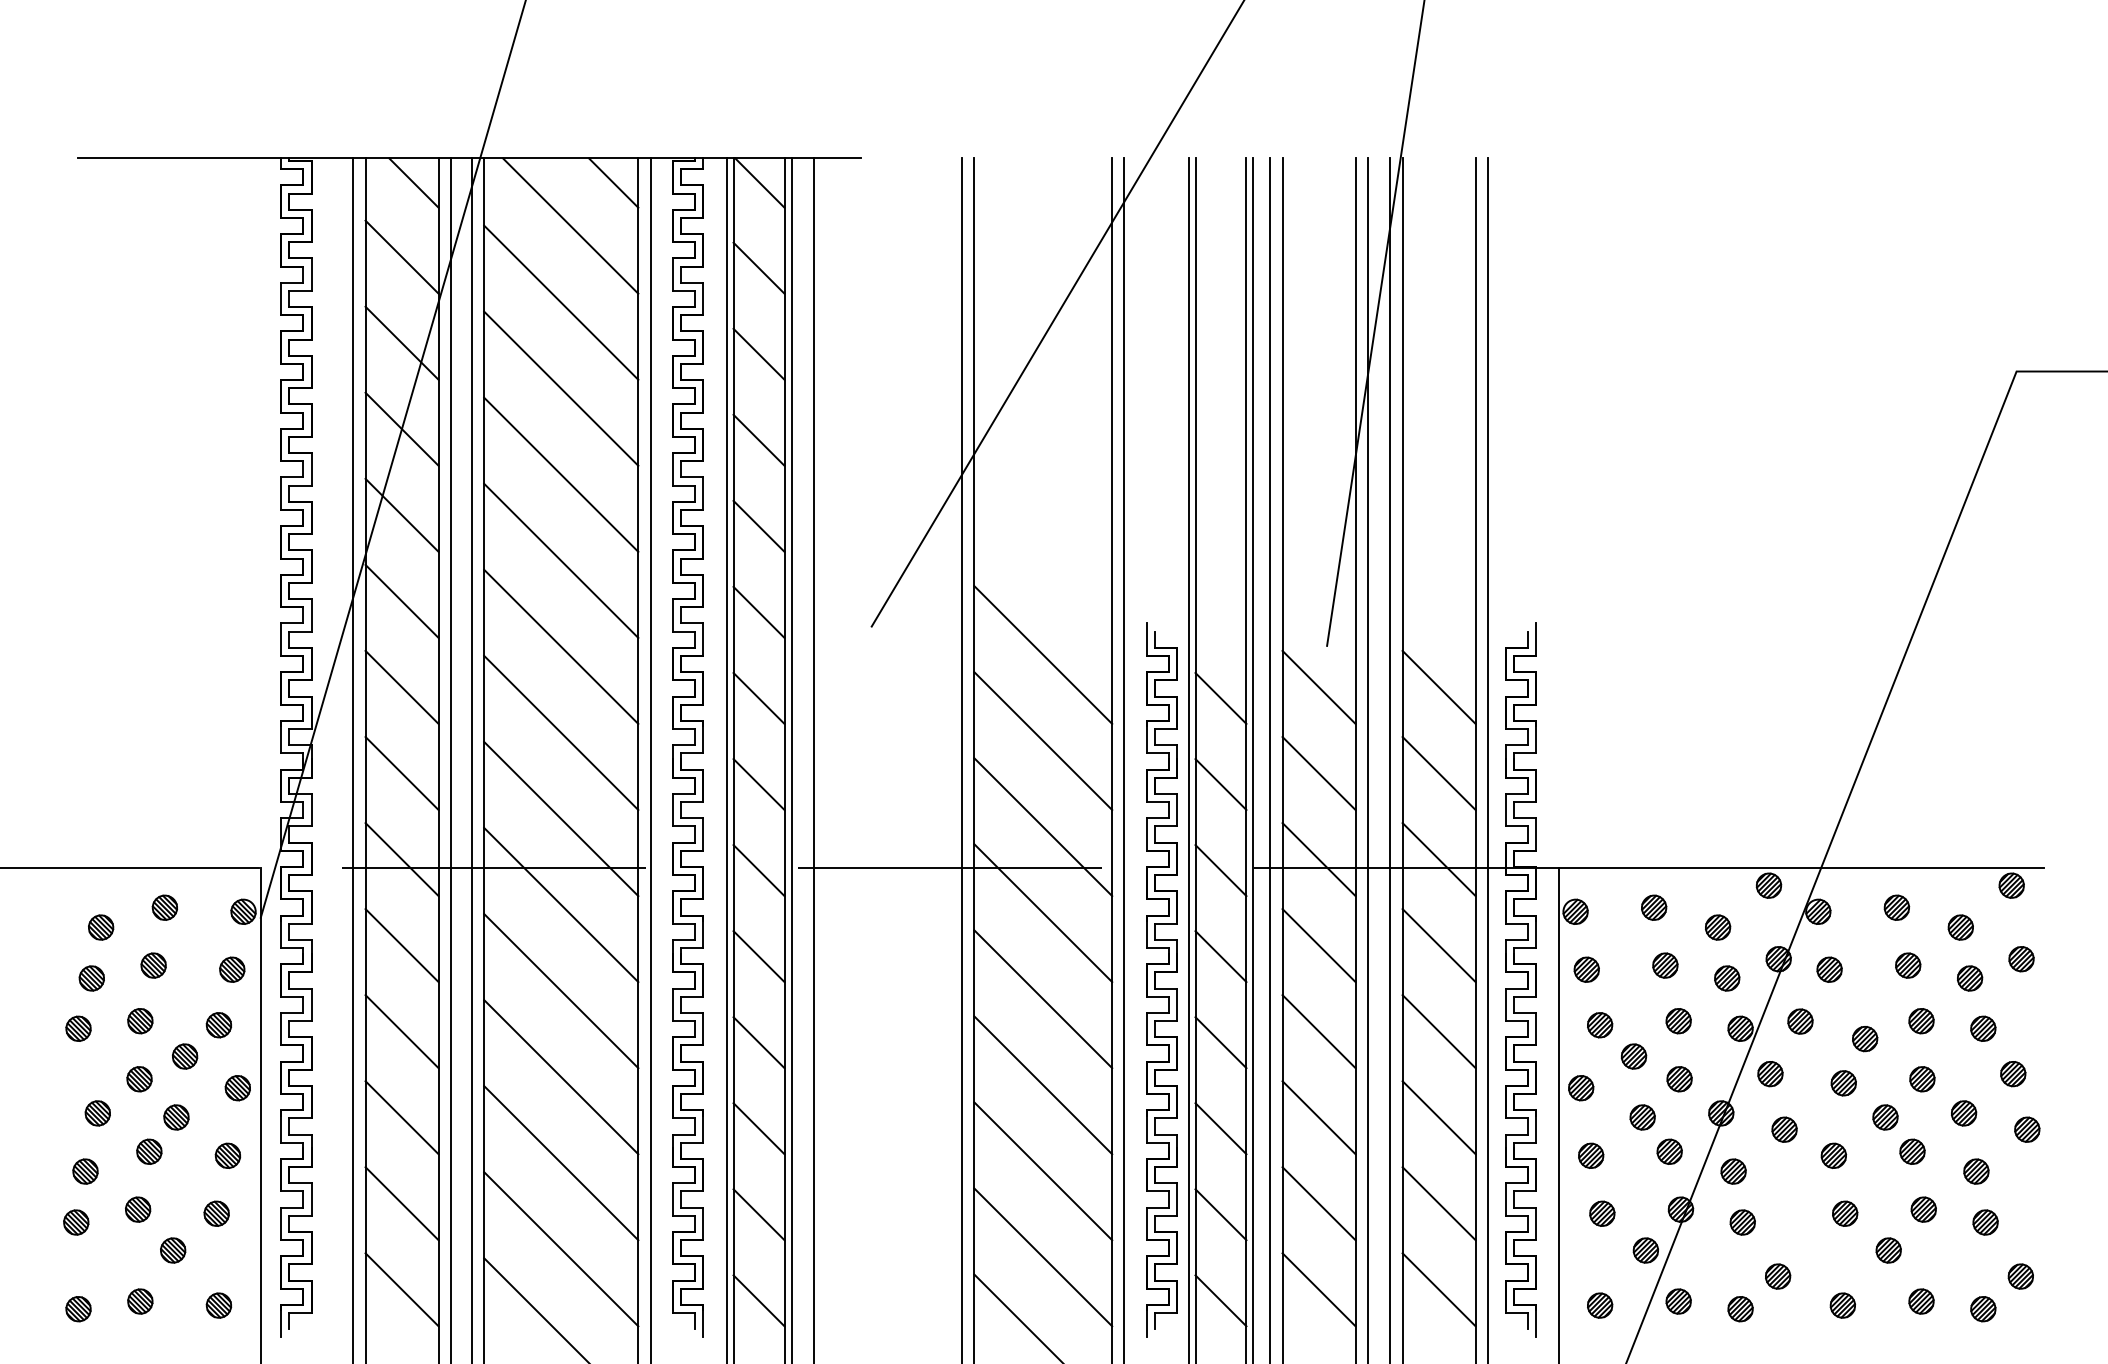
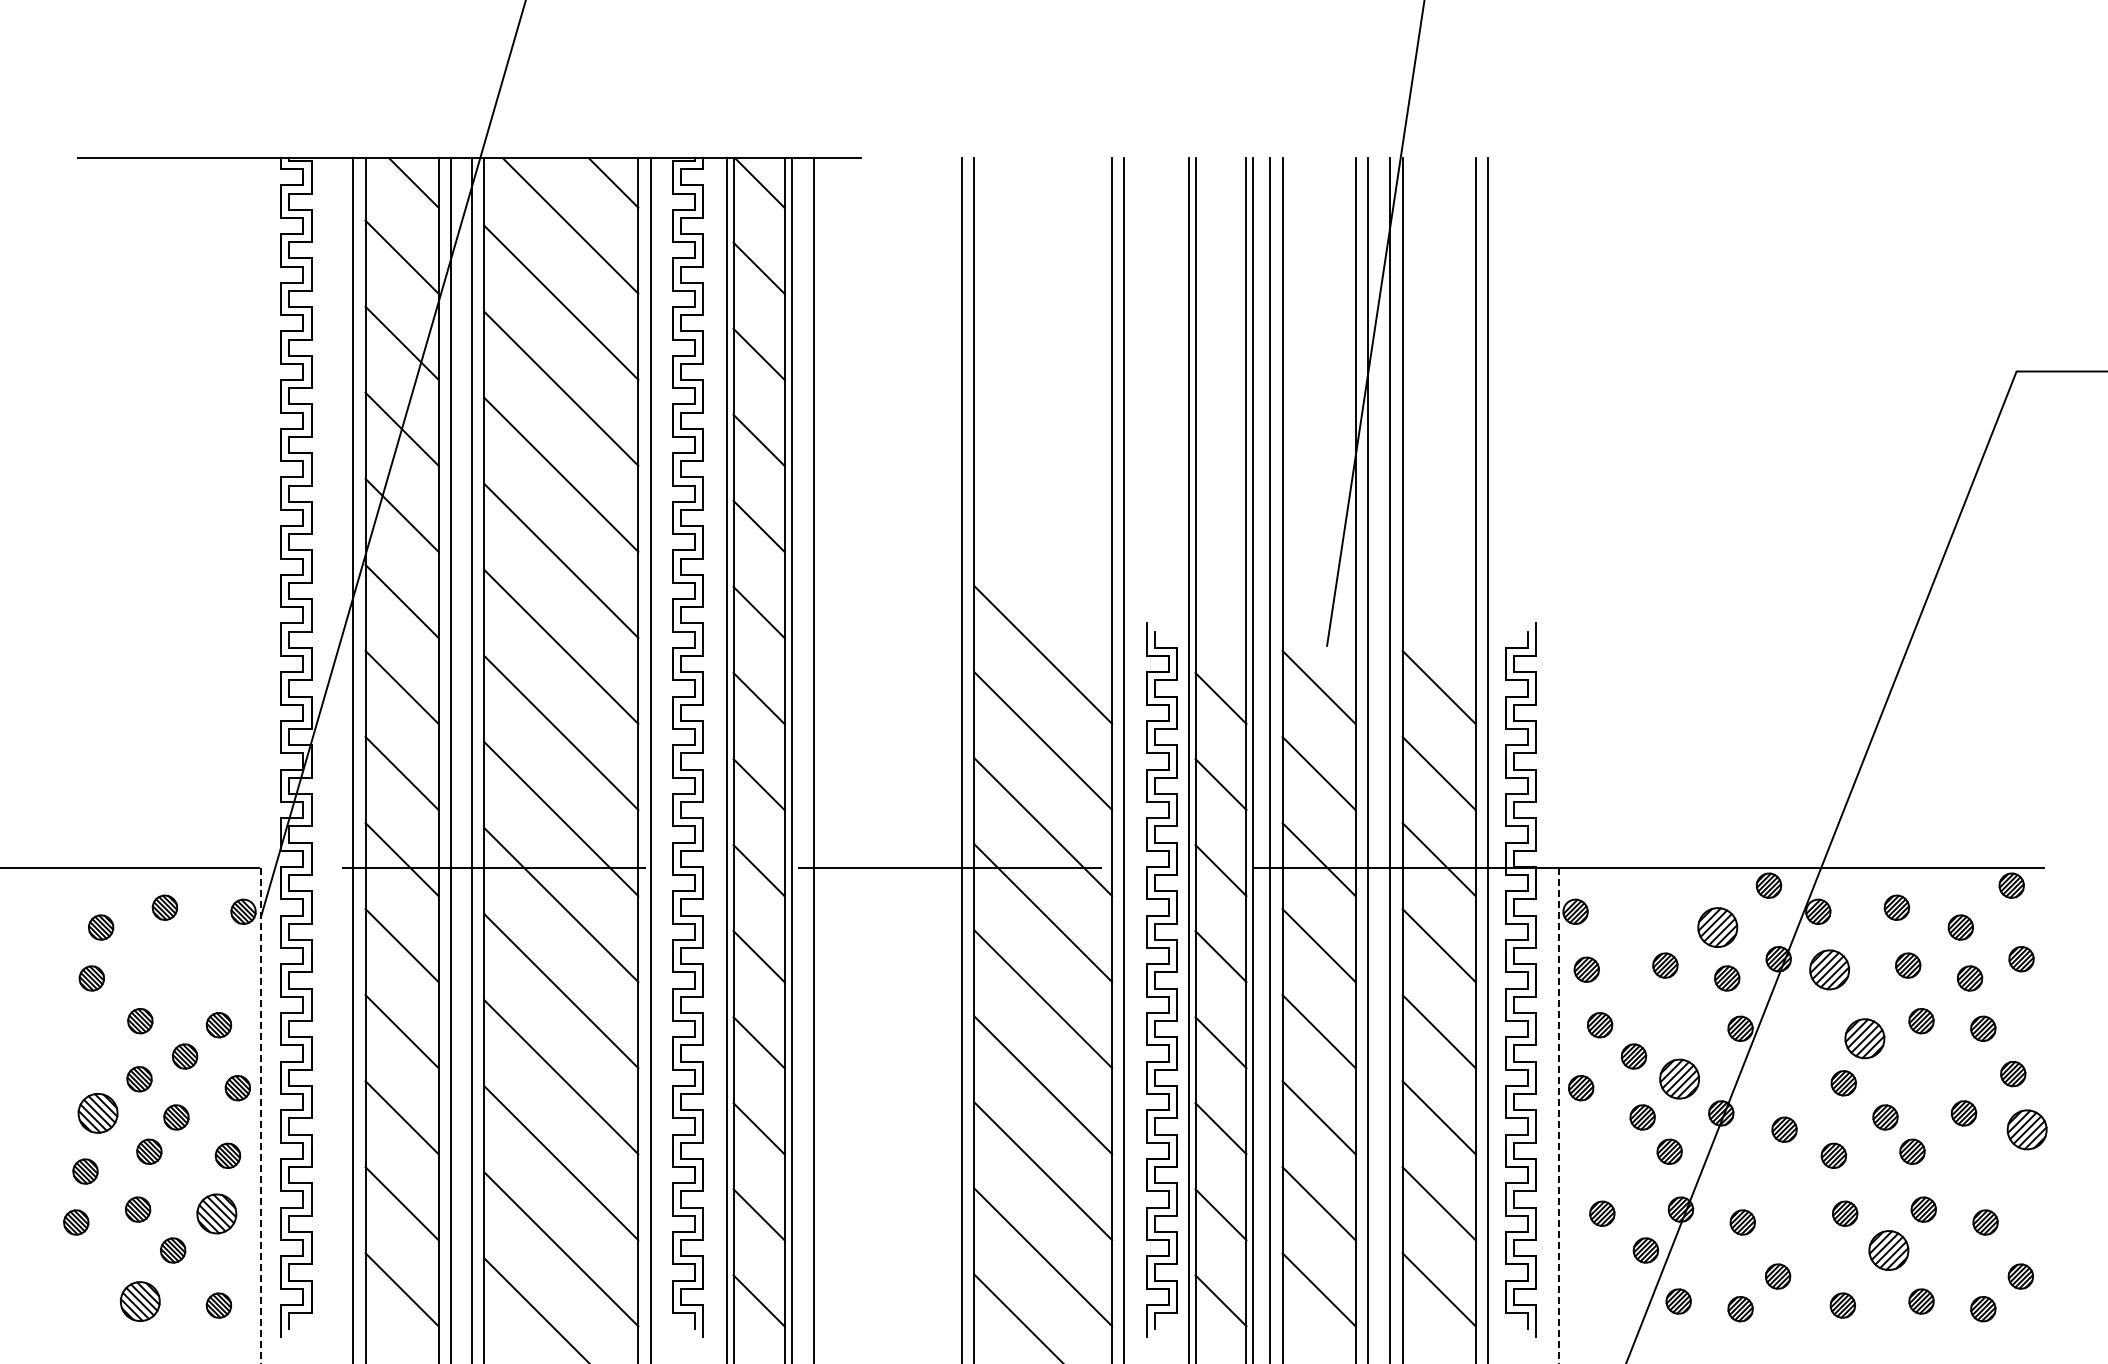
line at (1057, 314): present -> none
part at (1654, 907): present -> none
part at (1718, 927) size: 27x27 px -> 42x41 px
part at (153, 965): present -> none
part at (232, 969): present -> none
part at (1829, 969) size: 27x27 px -> 42x42 px
part at (1678, 1021): present -> none
part at (1800, 1021): present -> none
part at (78, 1028): present -> none
part at (1865, 1039) size: 27x27 px -> 42x42 px
part at (1770, 1074): present -> none
part at (1679, 1079) size: 27x27 px -> 42x42 px
part at (1922, 1079): present -> none
part at (97, 1113) size: 27x27 px -> 42x41 px
line at (260, 1116): solid -> dashed
line at (1558, 1116): solid -> dashed
part at (2027, 1129) size: 27x27 px -> 42x42 px
part at (1591, 1155): present -> none
part at (1733, 1171): present -> none
part at (1976, 1171): present -> none
part at (216, 1213) size: 27x27 px -> 42x42 px
part at (1888, 1250) size: 27x27 px -> 42x41 px
part at (140, 1301) size: 27x27 px -> 42x41 px
part at (1600, 1305): present -> none
part at (78, 1309): present -> none
